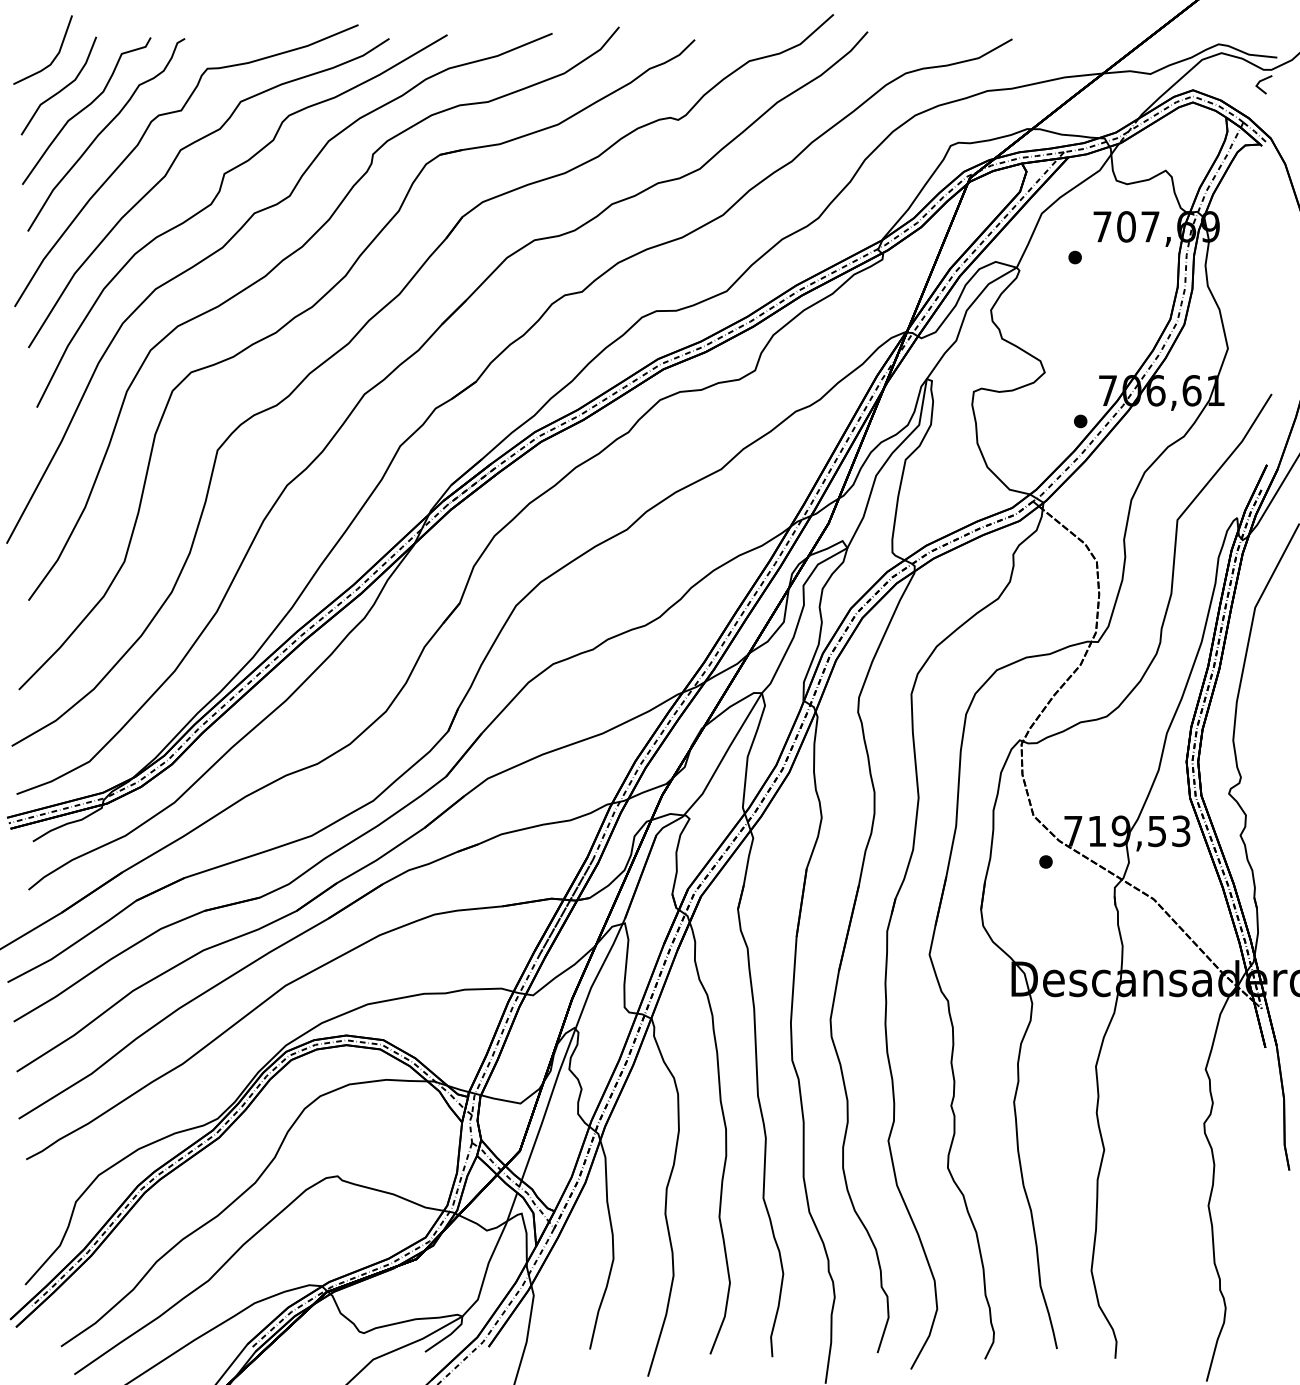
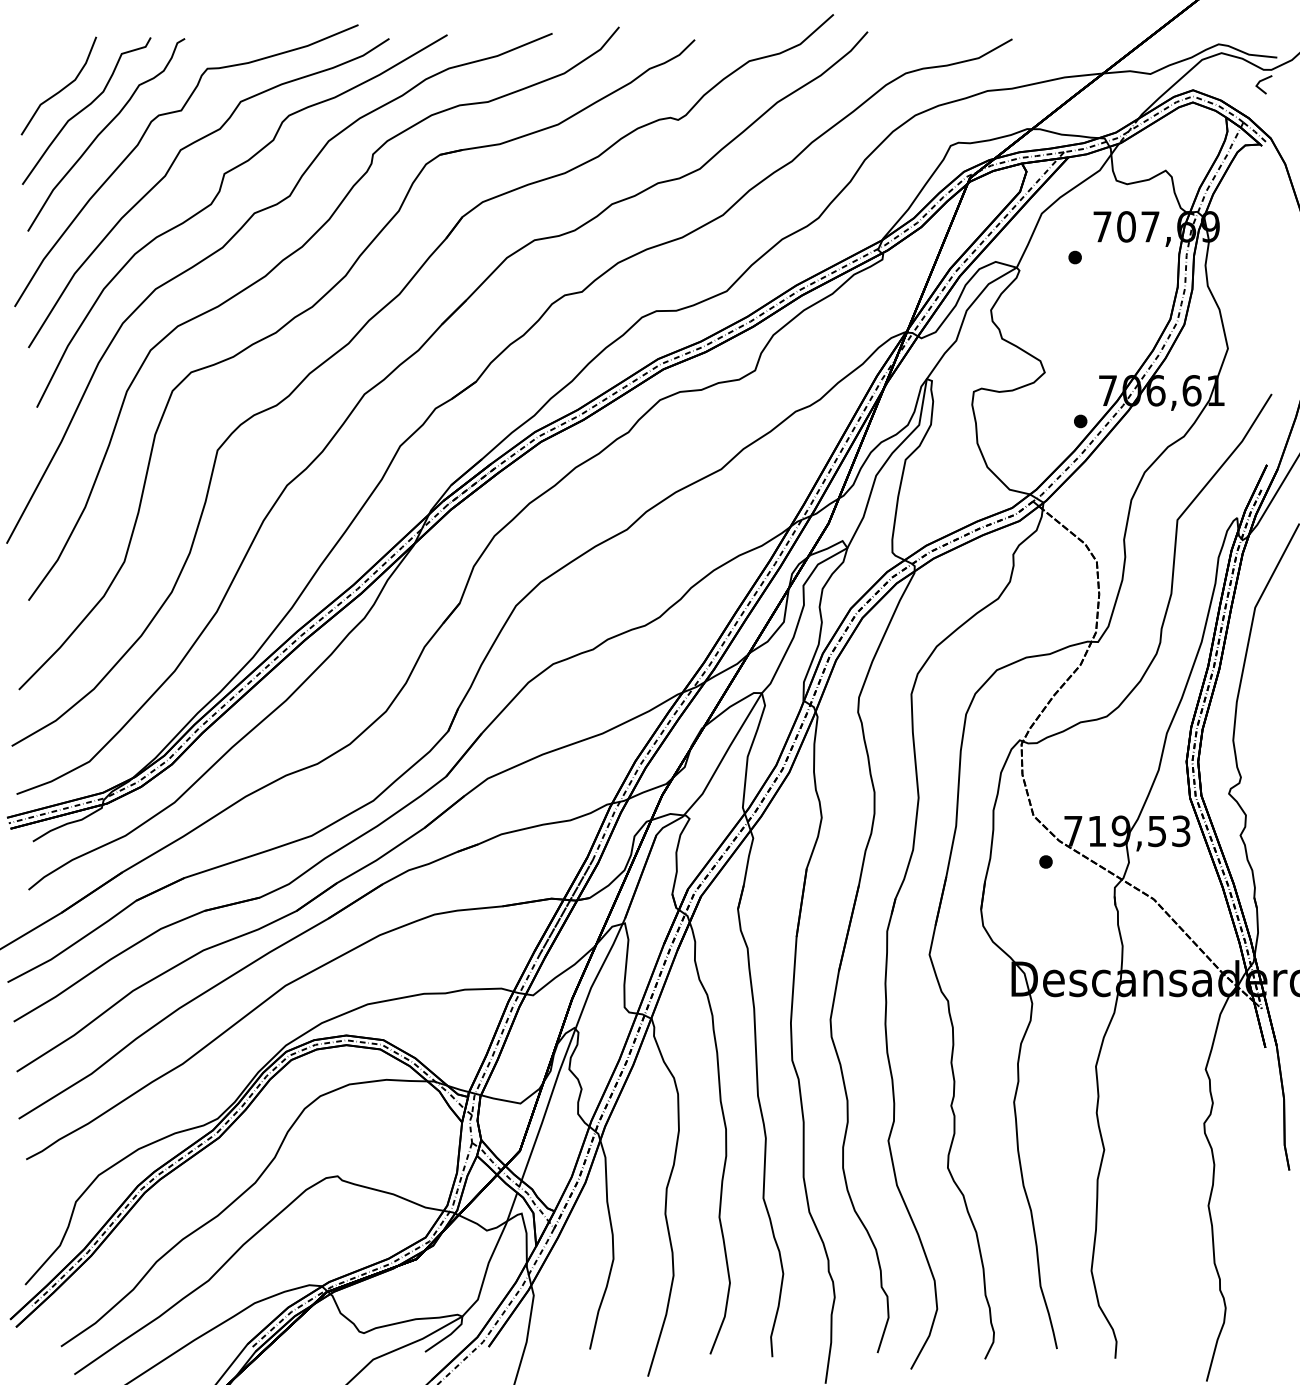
line at (53, 58): present -> none
